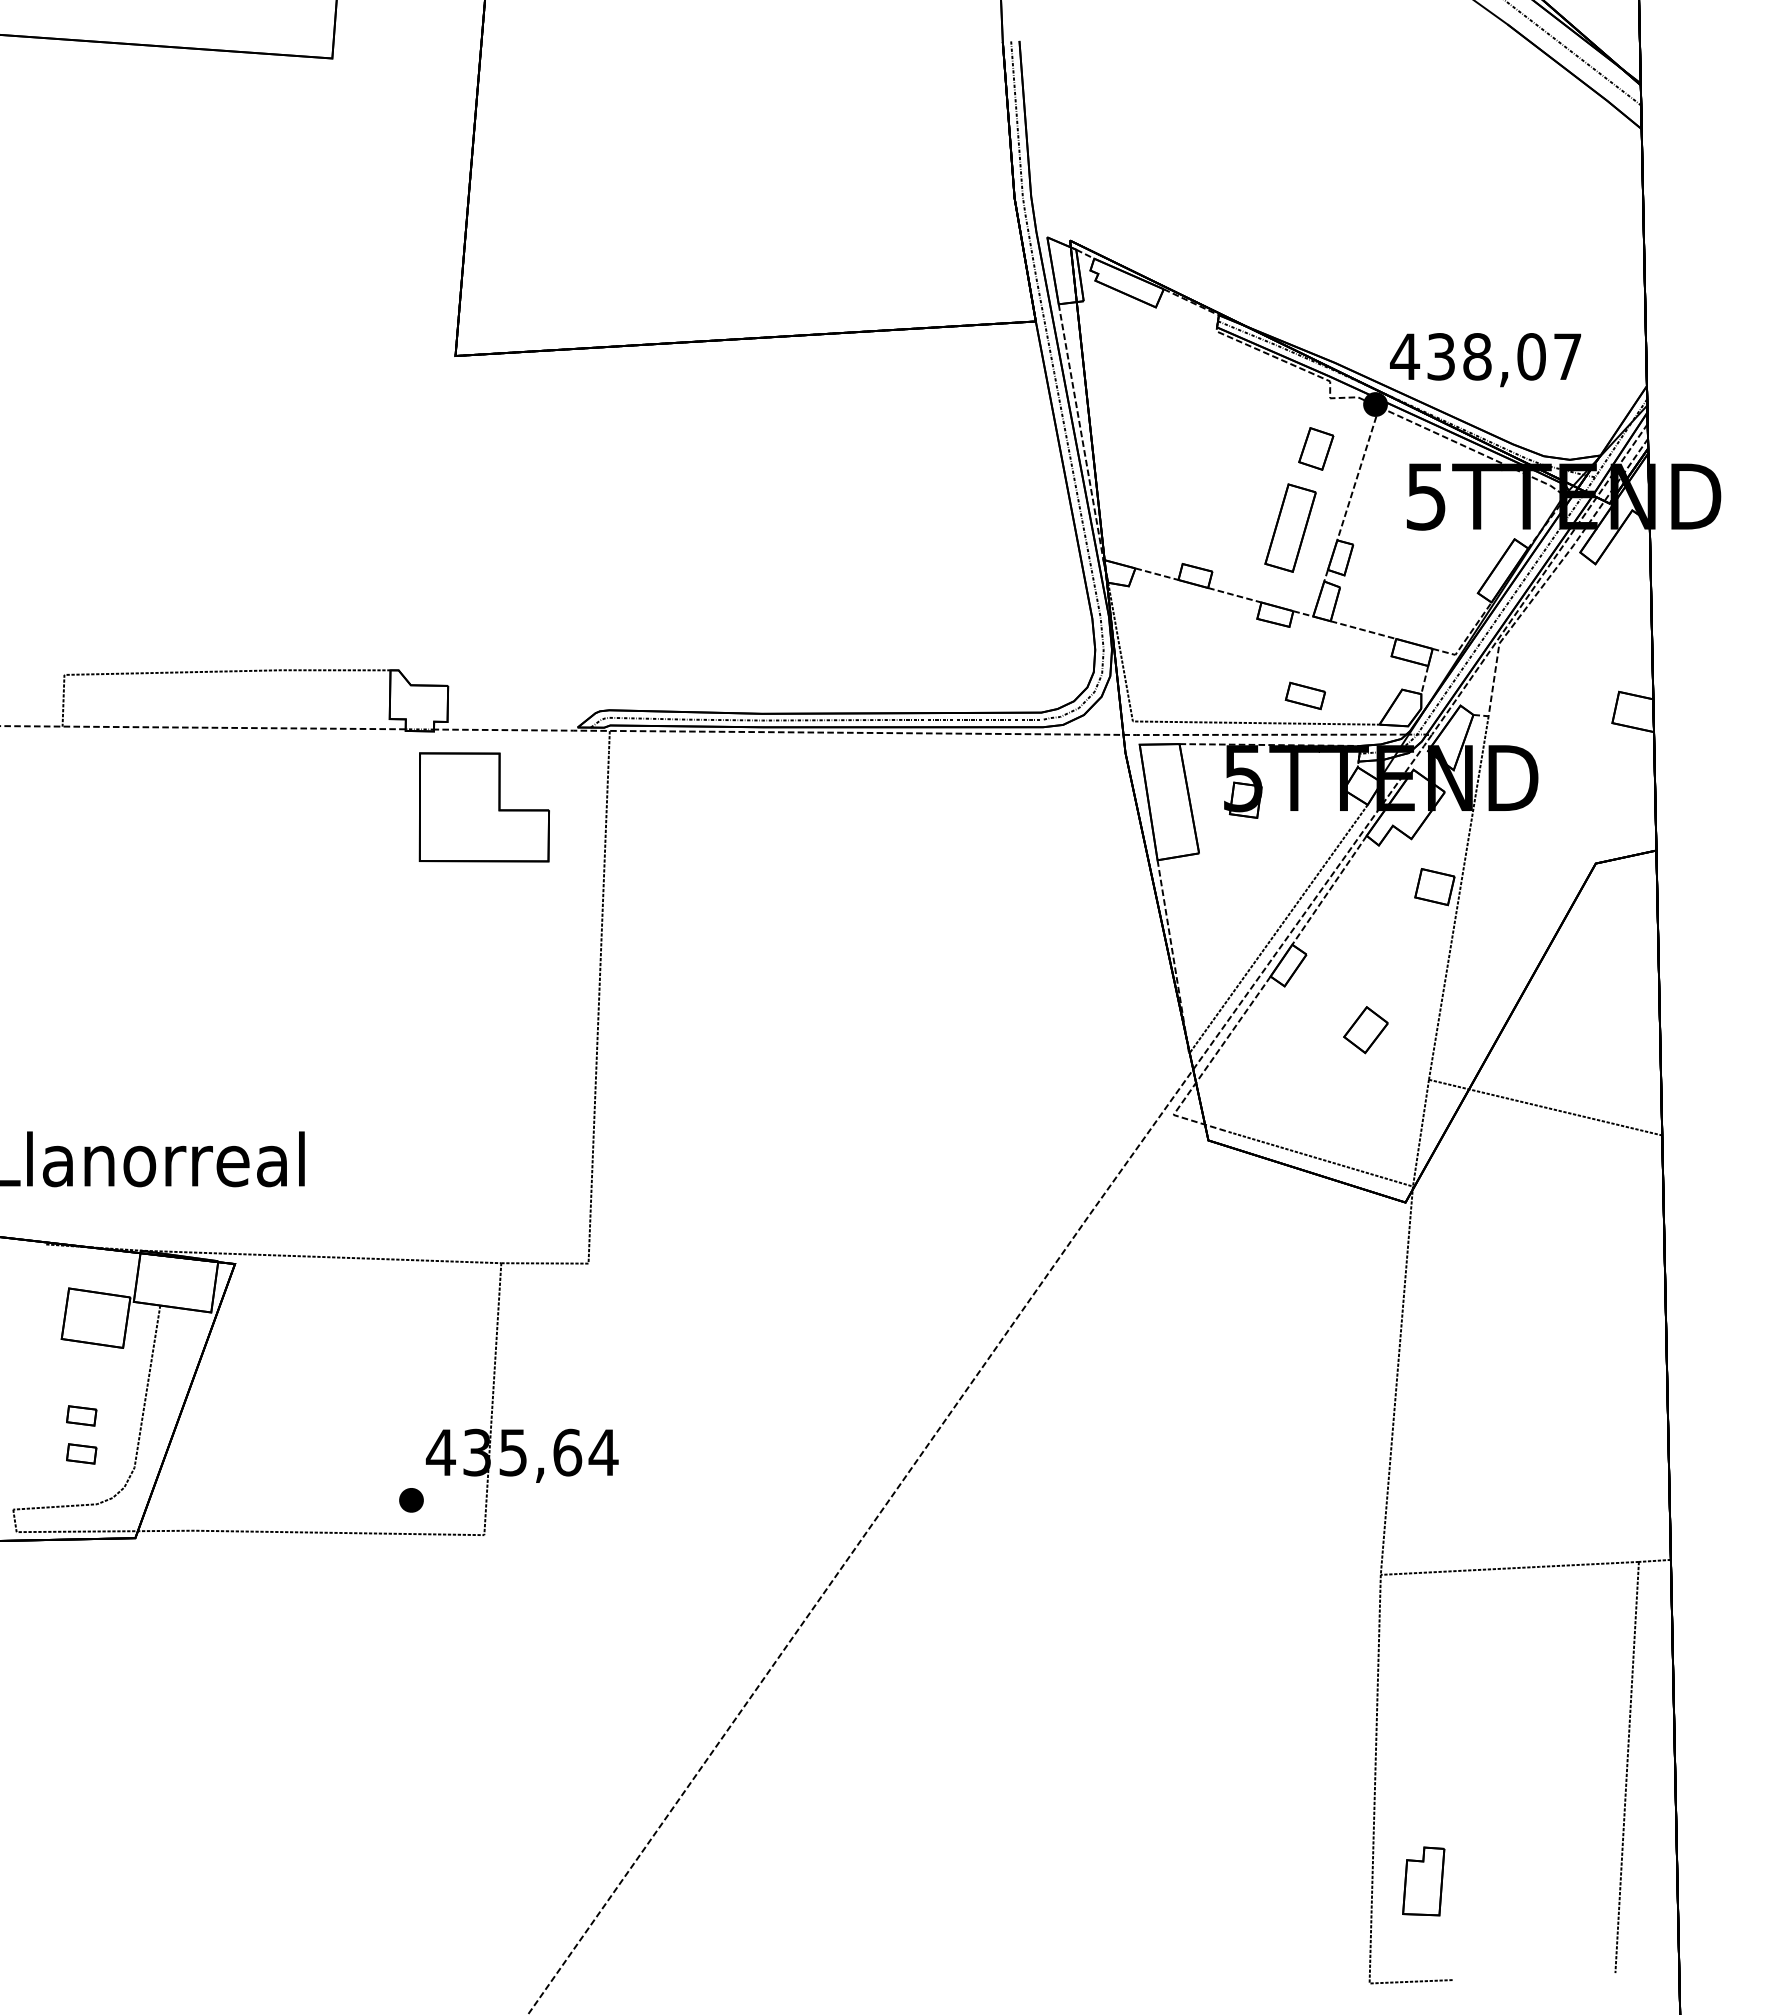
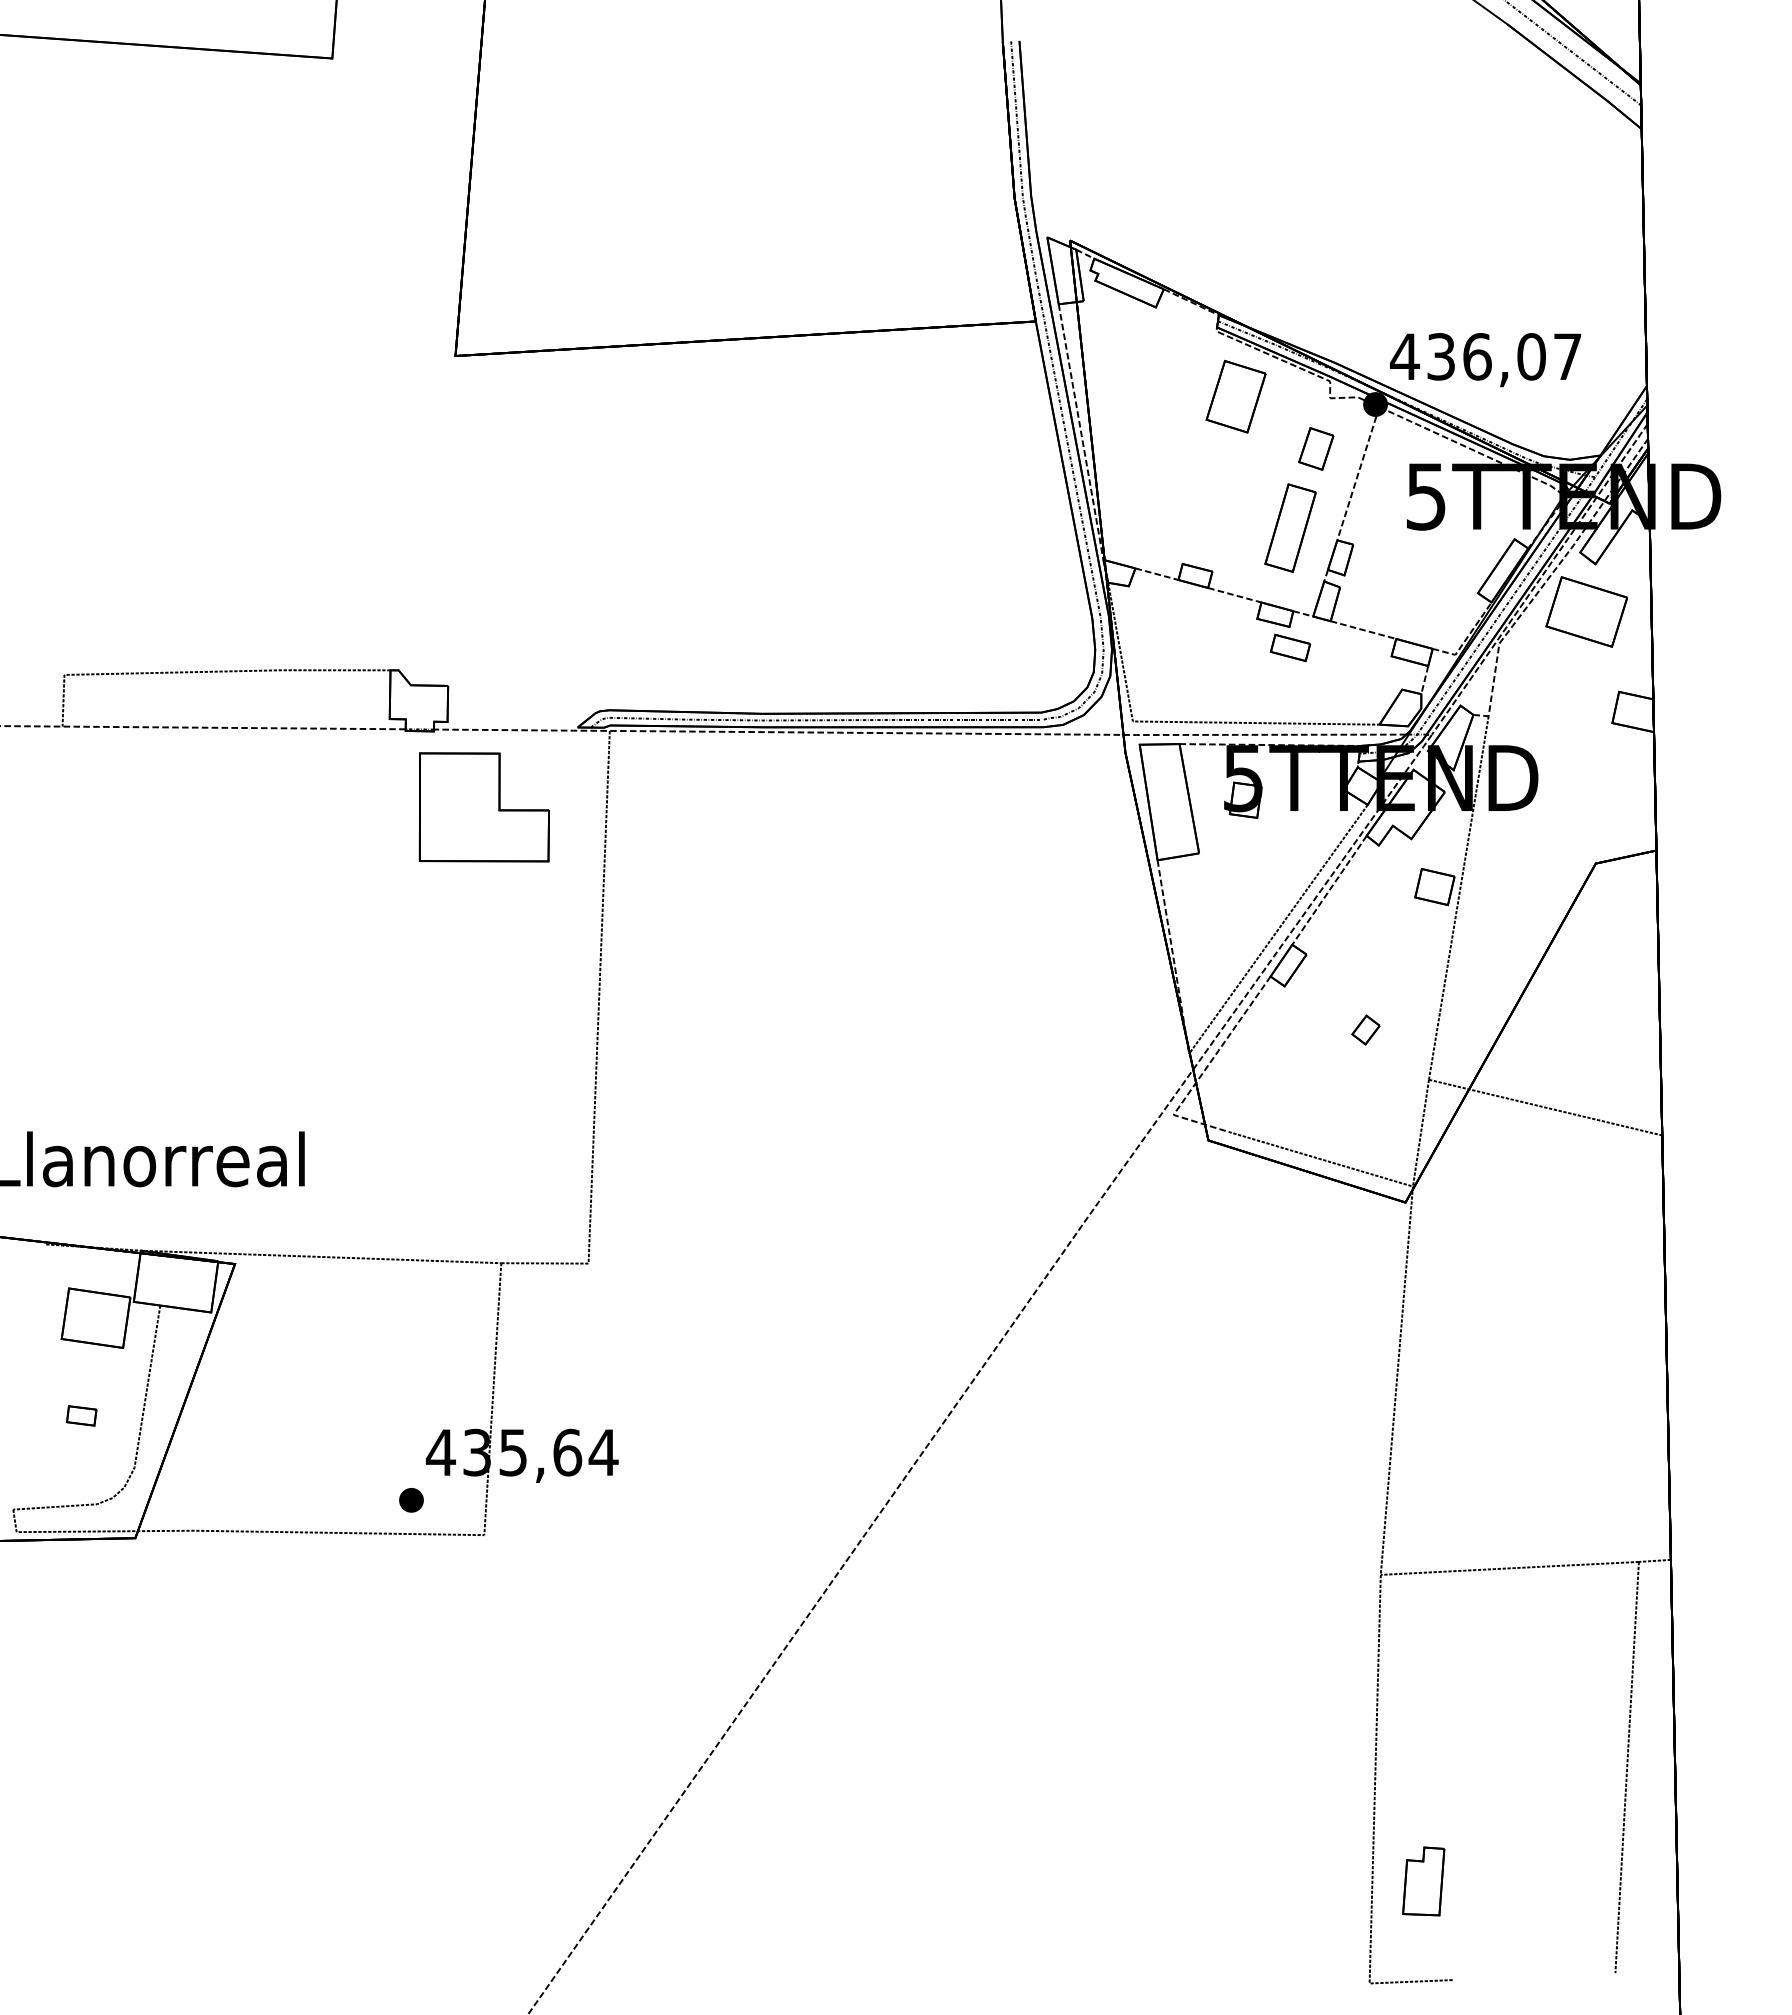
text at (1477, 356): 438,07 -> 436,07
part at (1235, 396): none -> present
part at (1586, 611): none -> present
part at (1304, 695) position: (1304, 695) -> (1289, 647)
part at (1365, 1030) size: 46x49 px -> 30x32 px
part at (81, 1453): present -> none
